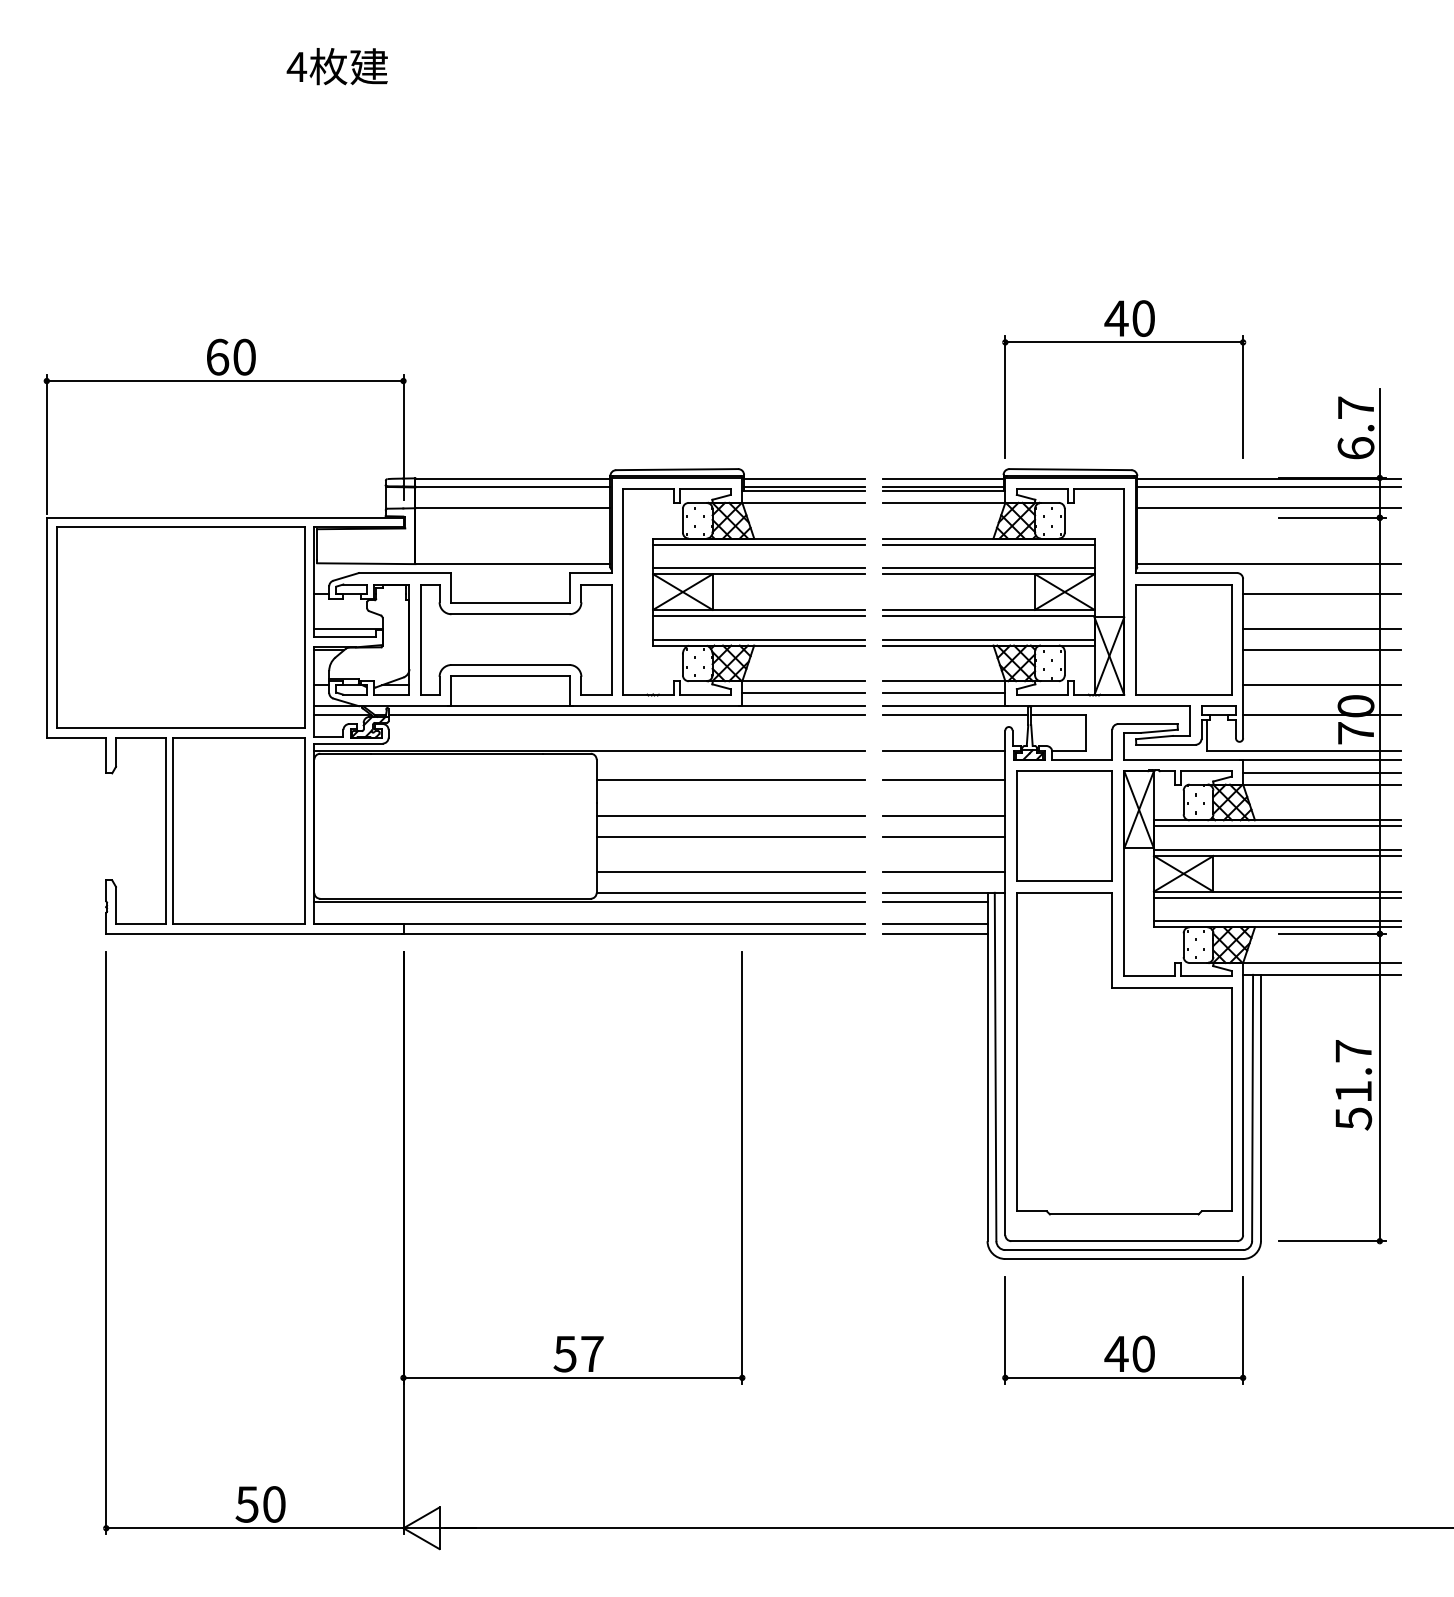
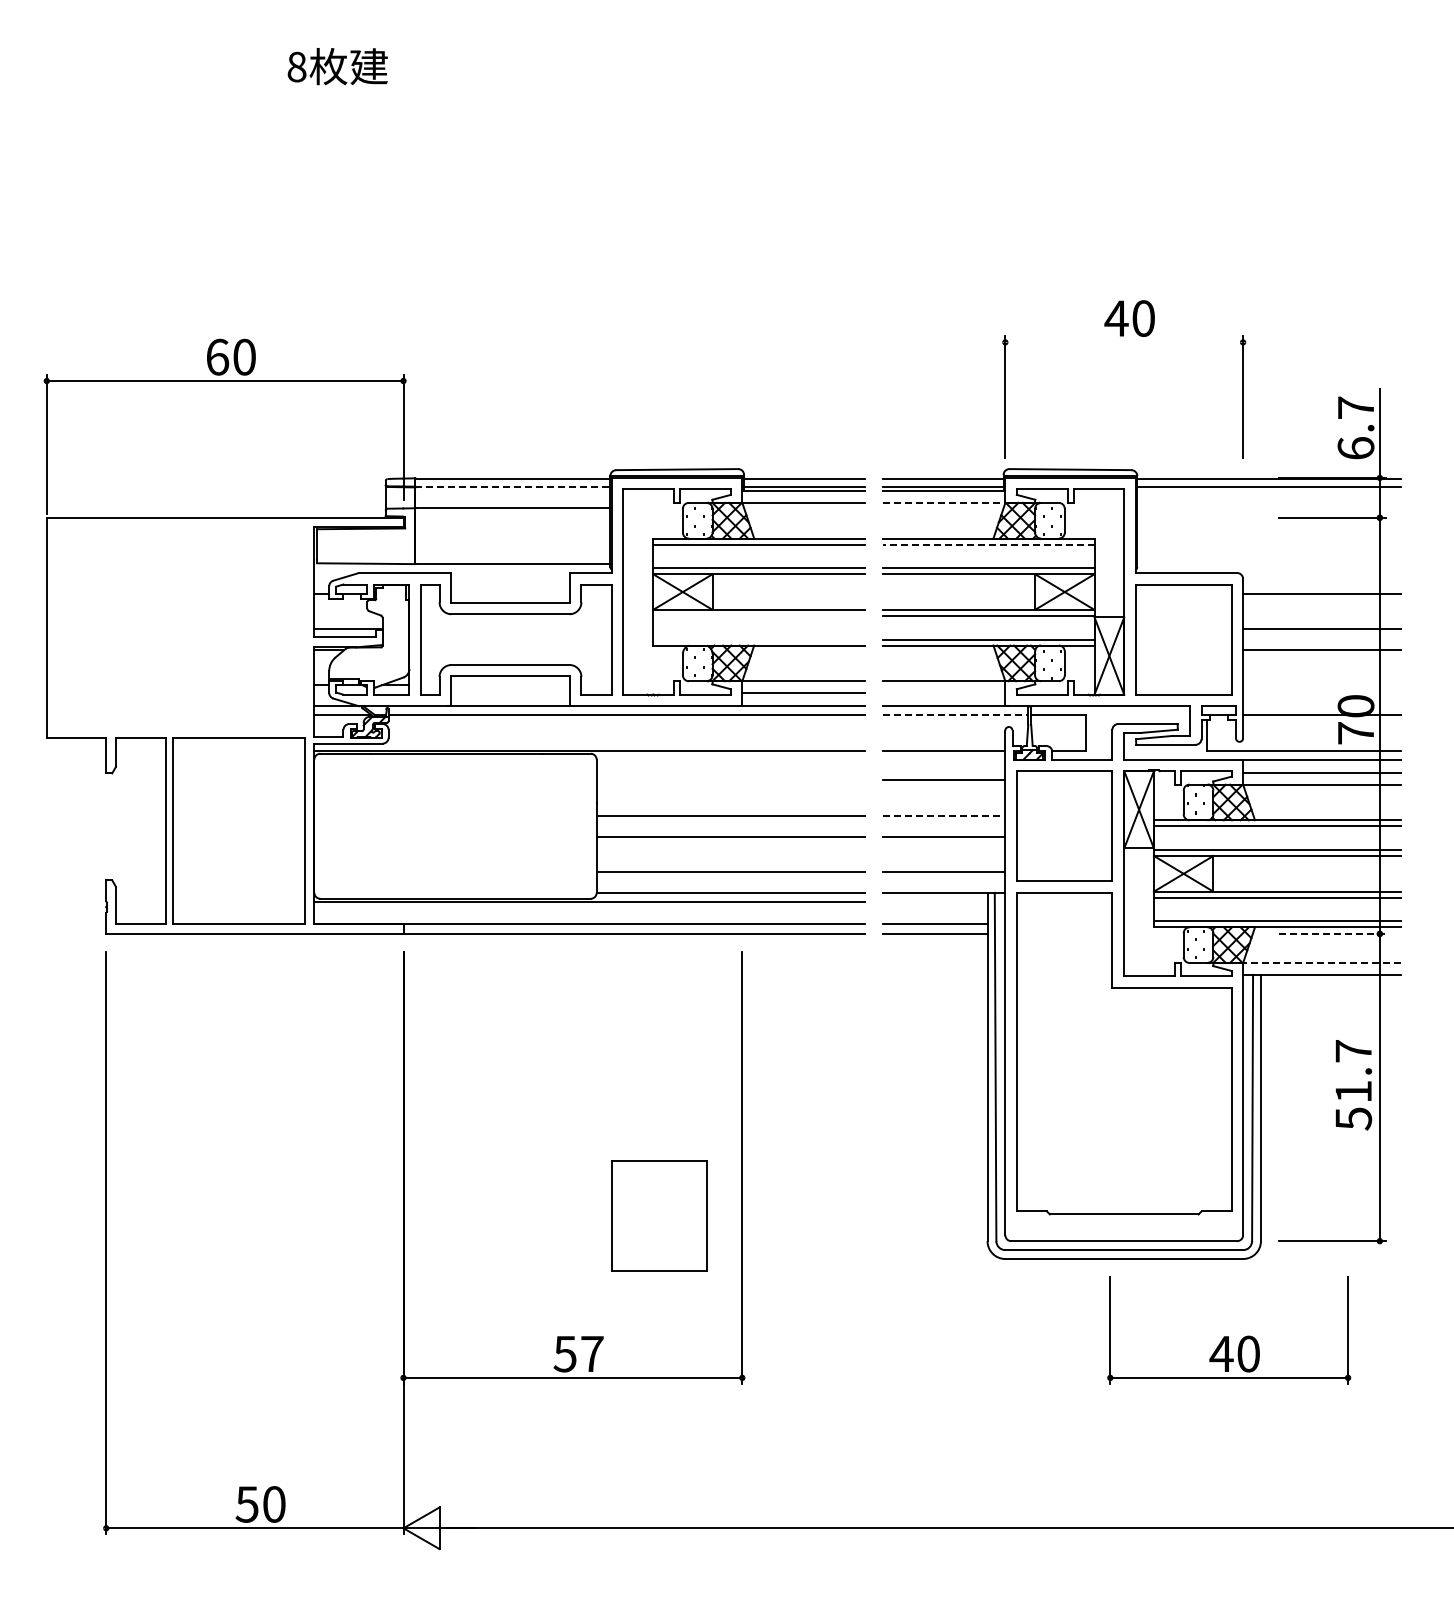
text at (296, 66): 4 -> 8
line at (1124, 342): present -> none
line at (513, 487): solid -> dashed
line at (950, 502): solid -> dashed
line at (1269, 508): present -> none
line at (988, 544): solid -> dashed
line at (1269, 564): present -> none
line at (758, 615): present -> none
part at (180, 627): present -> none
line at (758, 639): present -> none
line at (1322, 685): present -> none
line at (943, 693): present -> none
line at (955, 715): solid -> dashed
line at (730, 780): present -> none
line at (944, 815): solid -> dashed
line at (934, 901): present -> none
line at (1332, 933): solid -> dashed
line at (1320, 962): solid -> dashed
part at (659, 1215): none -> present
part at (1123, 1336) position: (1123, 1336) -> (1228, 1336)
